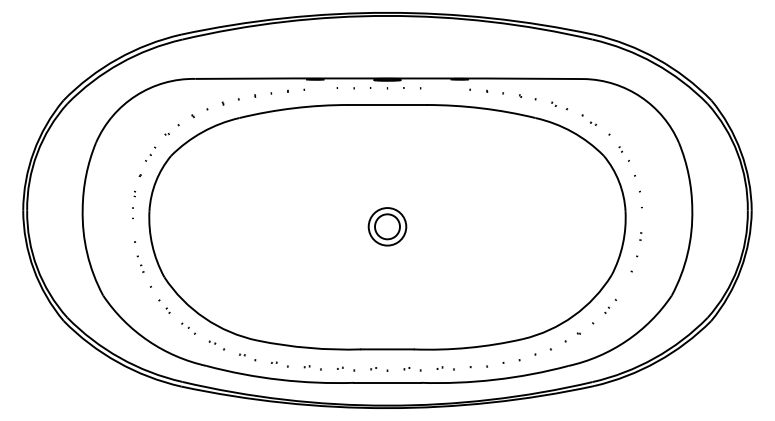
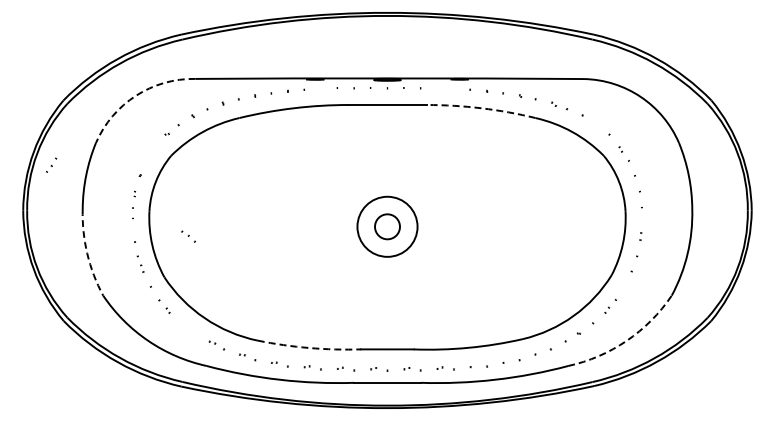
arc at (136, 95): solid -> dashed
arc at (481, 108): solid -> dashed
part at (593, 123): present -> none
part at (150, 153) position: (150, 153) -> (51, 164)
circle at (387, 226) diameter: 38 px -> 60 px
arc at (87, 253): solid -> dashed
part at (188, 328) position: (188, 328) -> (188, 236)
arc at (626, 340): solid -> dashed
arc at (309, 348): solid -> dashed
